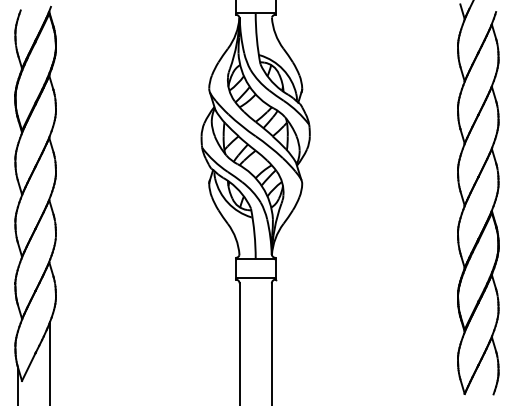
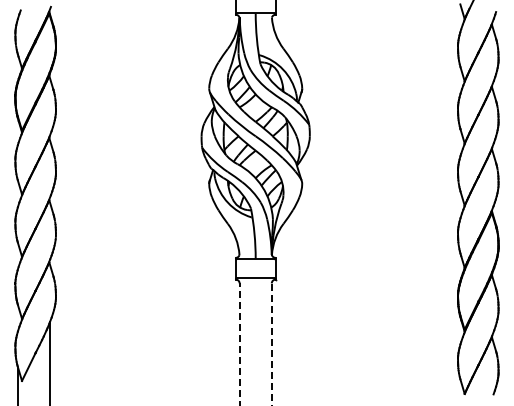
line at (239, 343): solid -> dashed
line at (271, 344): solid -> dashed
